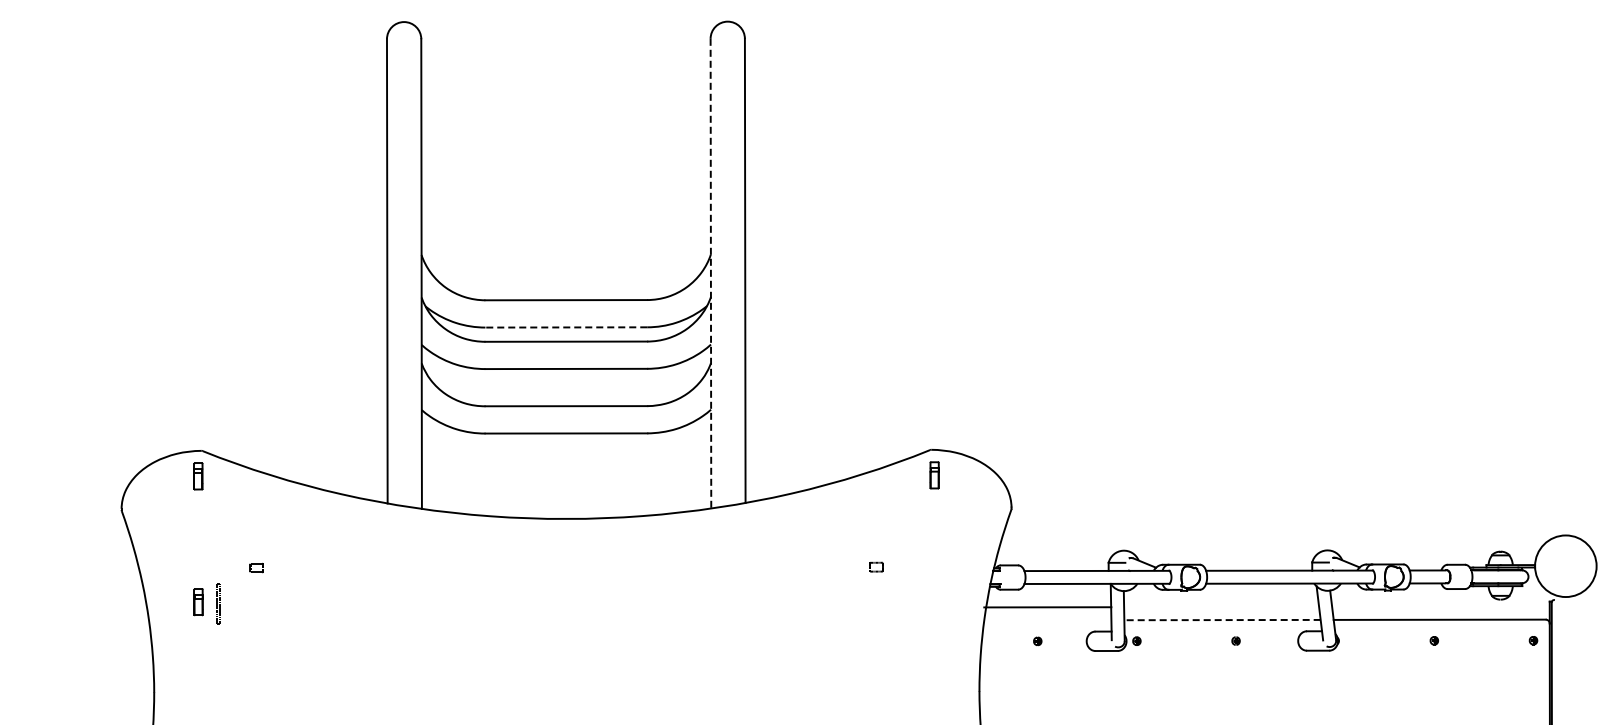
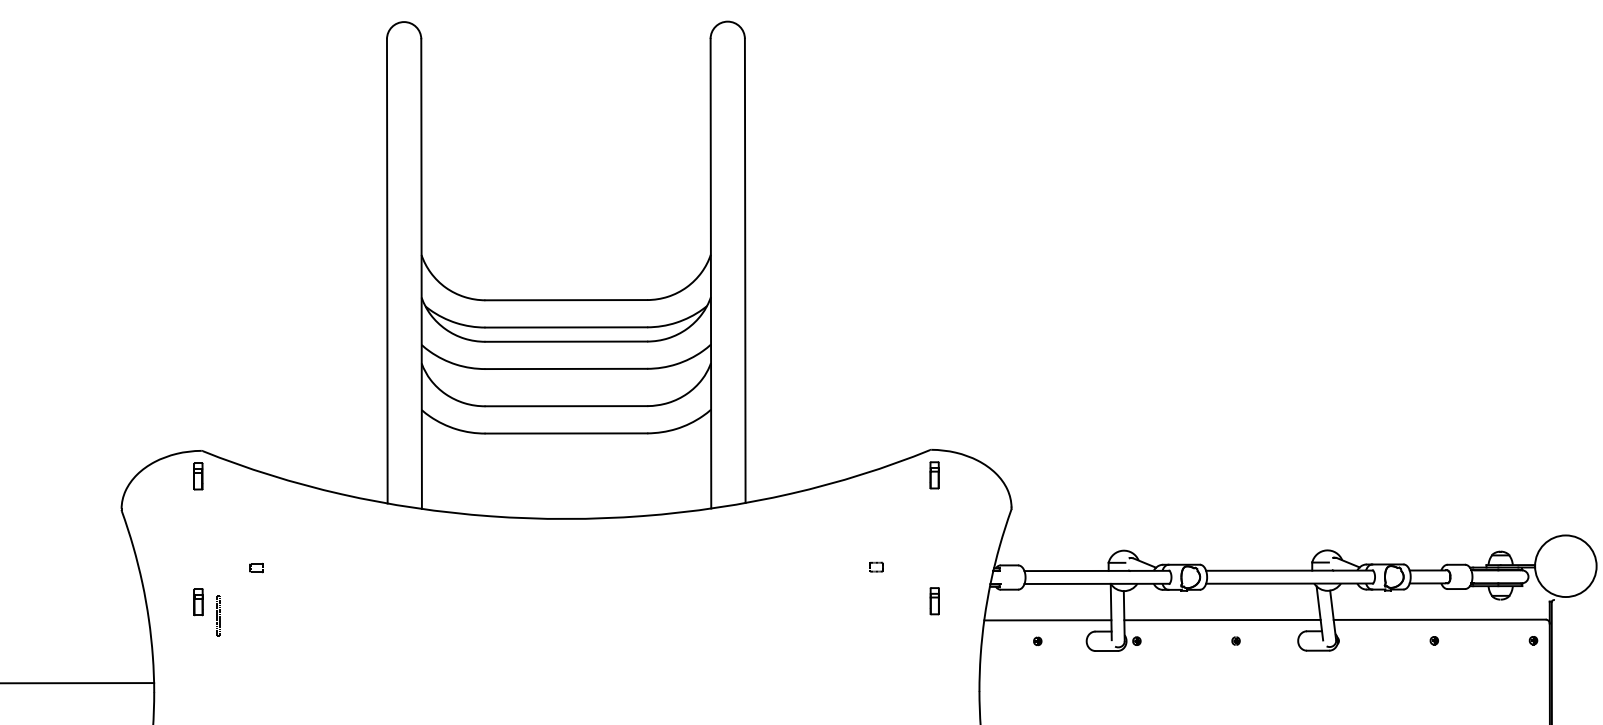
line at (710, 273): dashed -> solid
line at (566, 327): dashed -> solid
part at (934, 601): none -> present
line at (217, 603) position: (217, 603) -> (217, 615)
line at (1047, 607) position: (1047, 607) -> (1047, 620)
line at (1222, 620): dashed -> solid
line at (78, 683): none -> present
